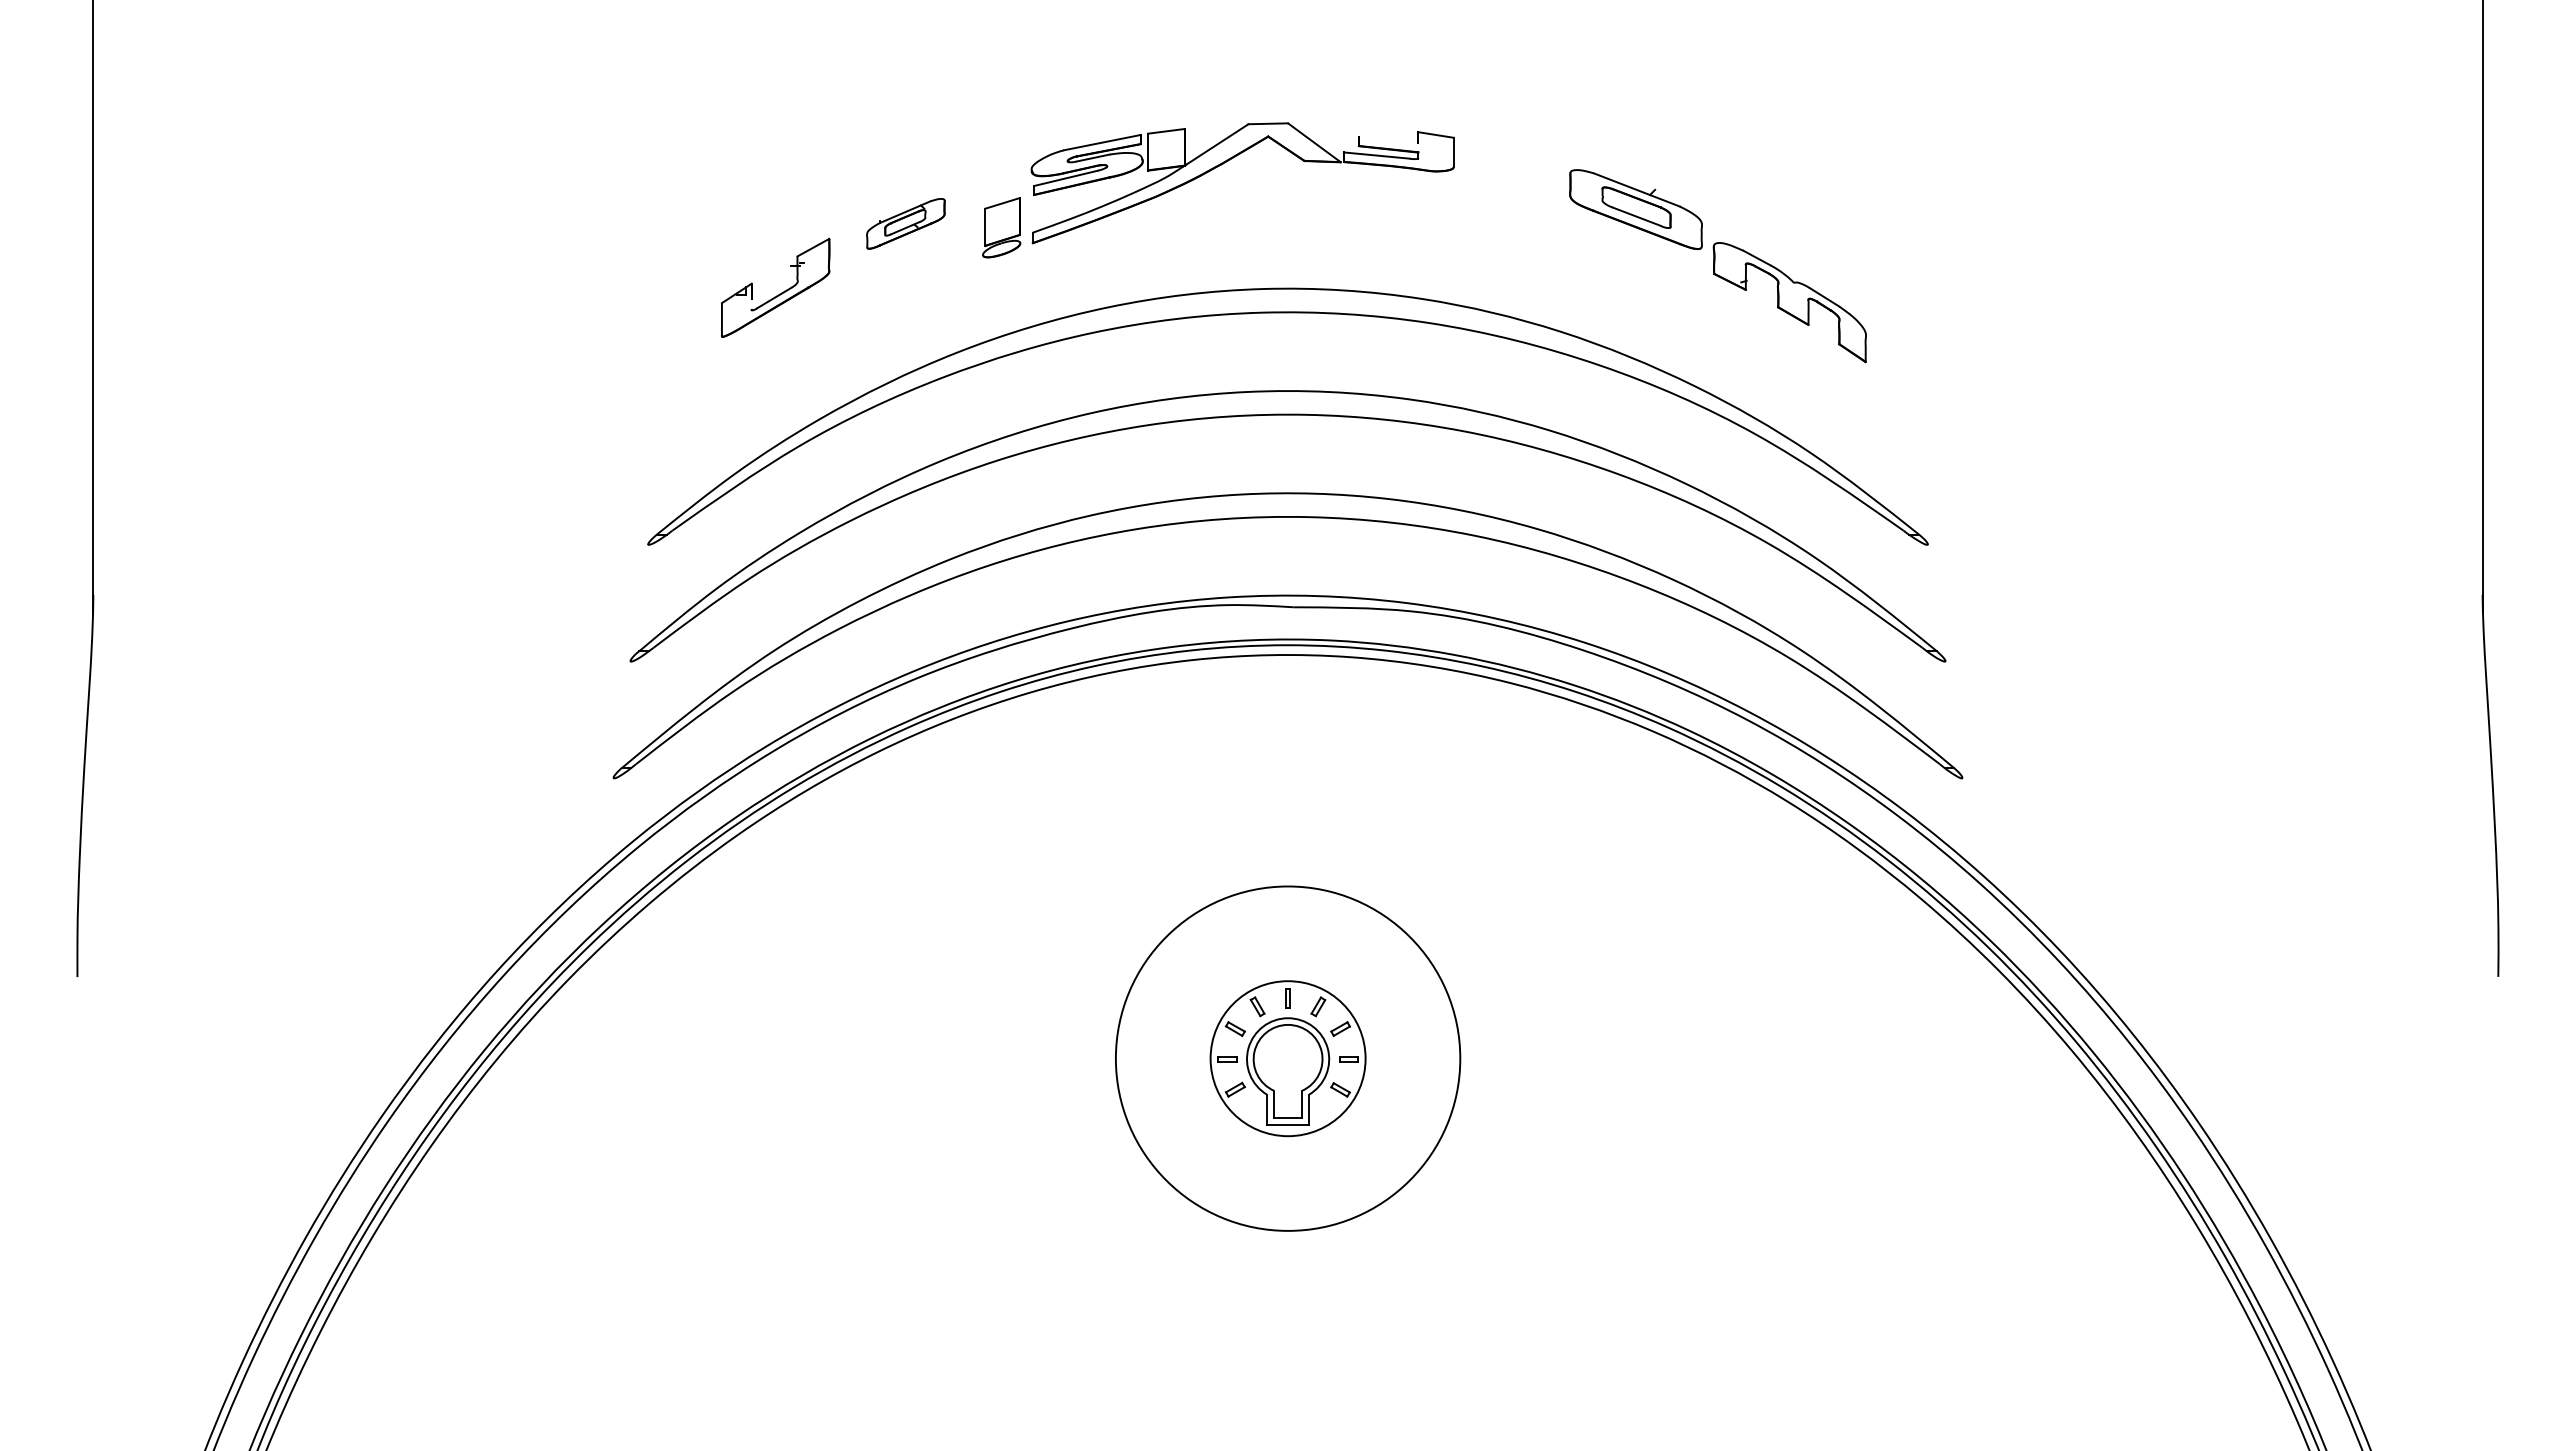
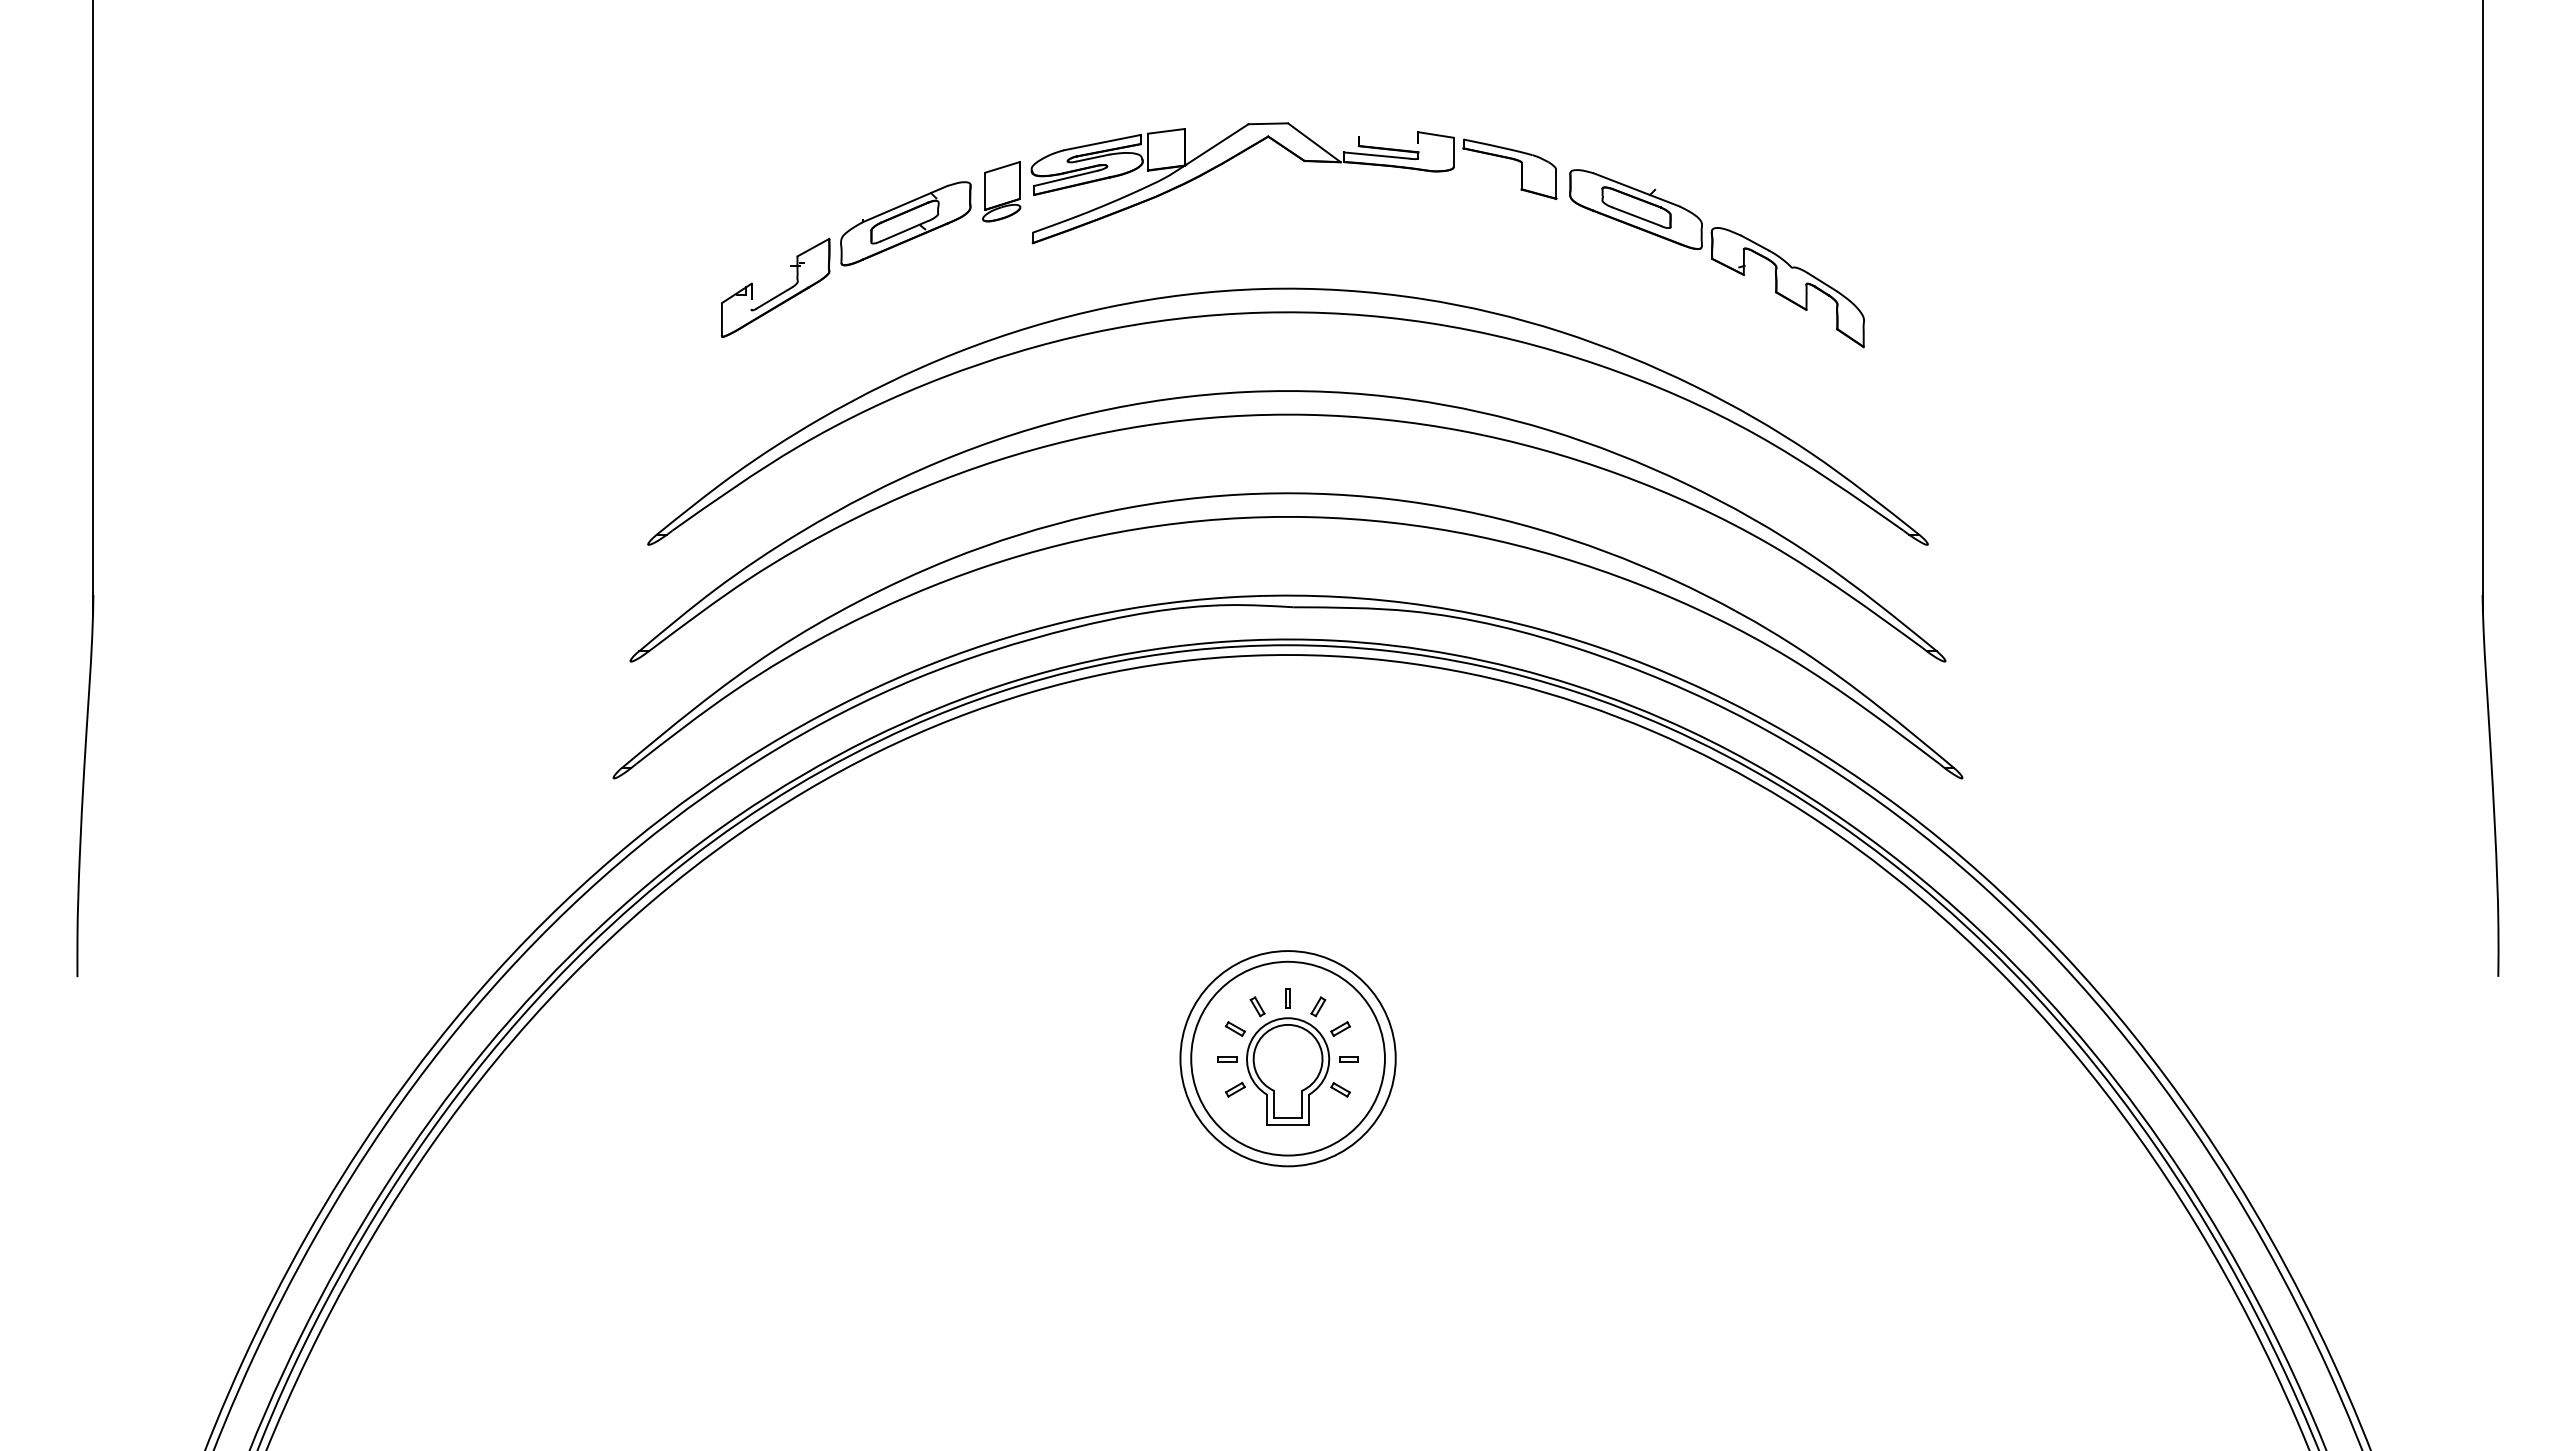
part at (1513, 160): none -> present
part at (905, 223) size: 80x52 px -> 132x86 px
part at (1001, 227) position: (1001, 227) -> (1001, 191)
part at (1789, 302) position: (1789, 302) -> (1787, 287)
circle at (1287, 1058) diameter: 155 px -> 194 px
circle at (1287, 1058) diameter: 344 px -> 215 px
